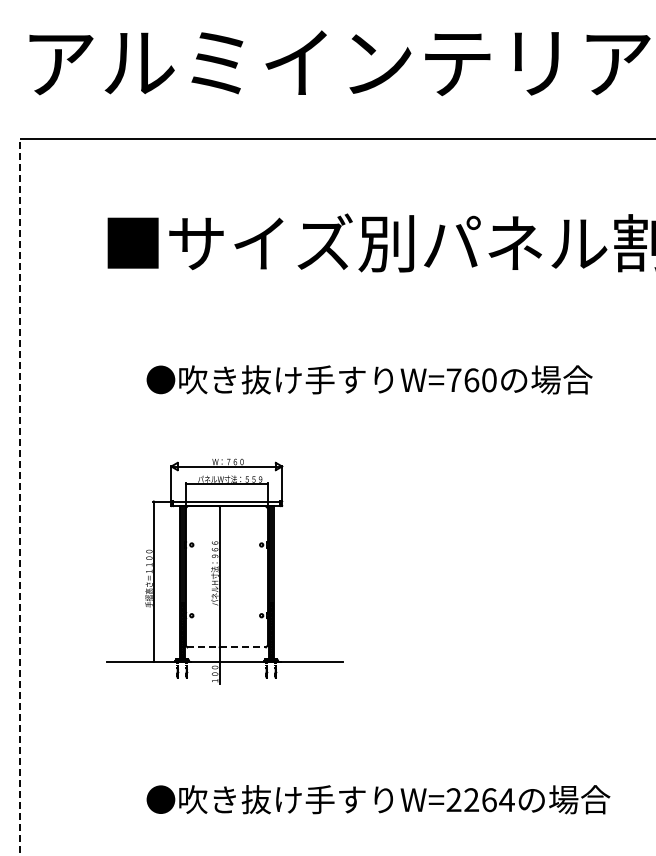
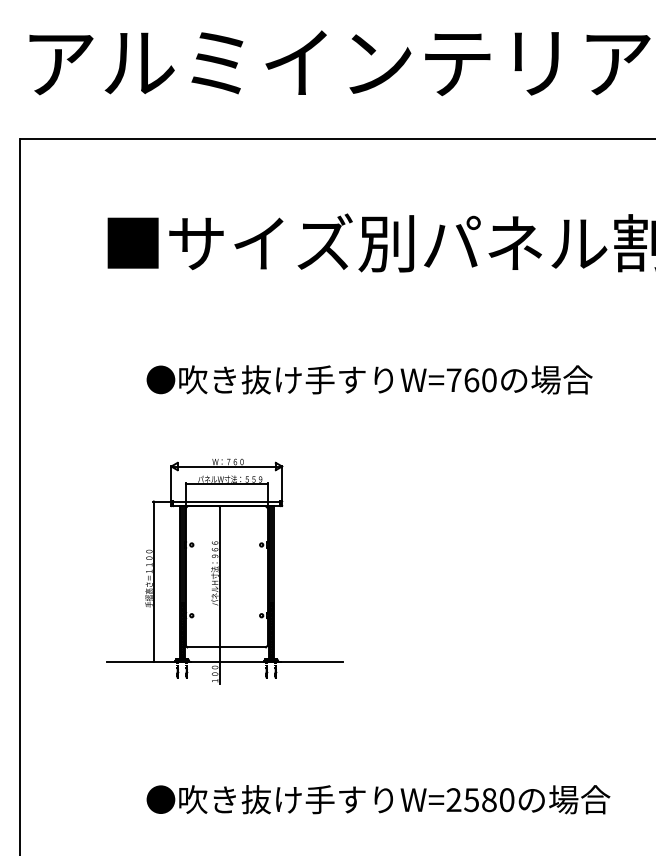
line at (19, 497): dashed -> solid
line at (227, 647): dashed -> solid
text at (489, 800): W=2264 -> W=2580
